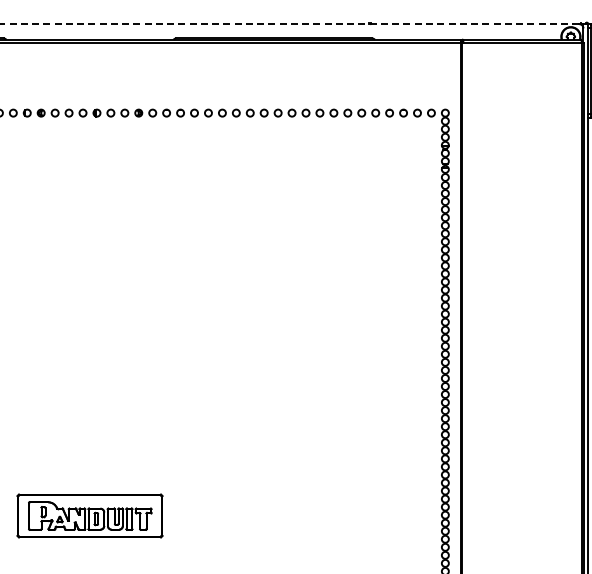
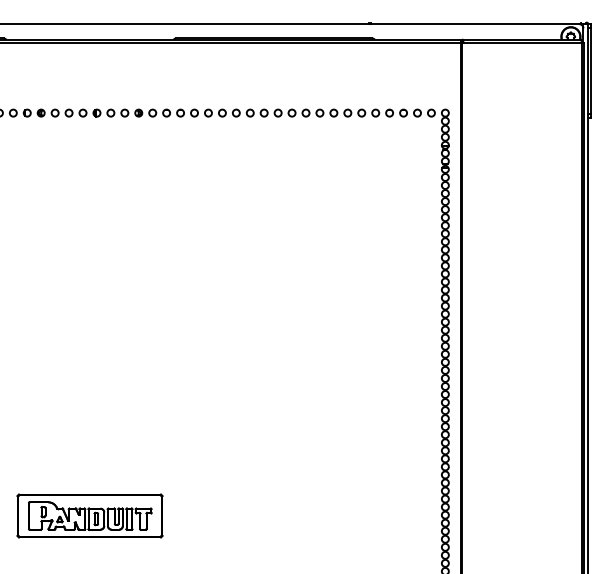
line at (289, 24): dashed -> solid
